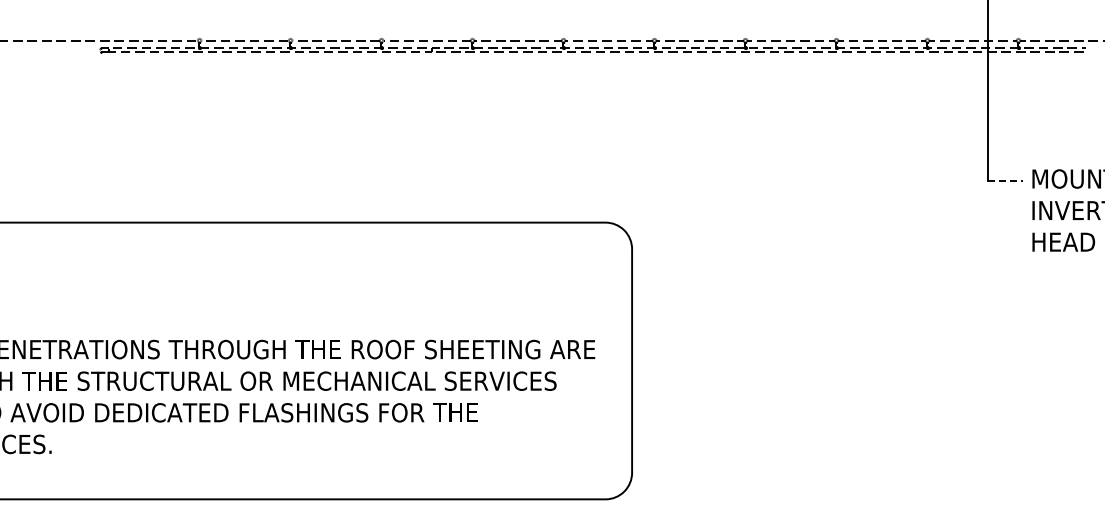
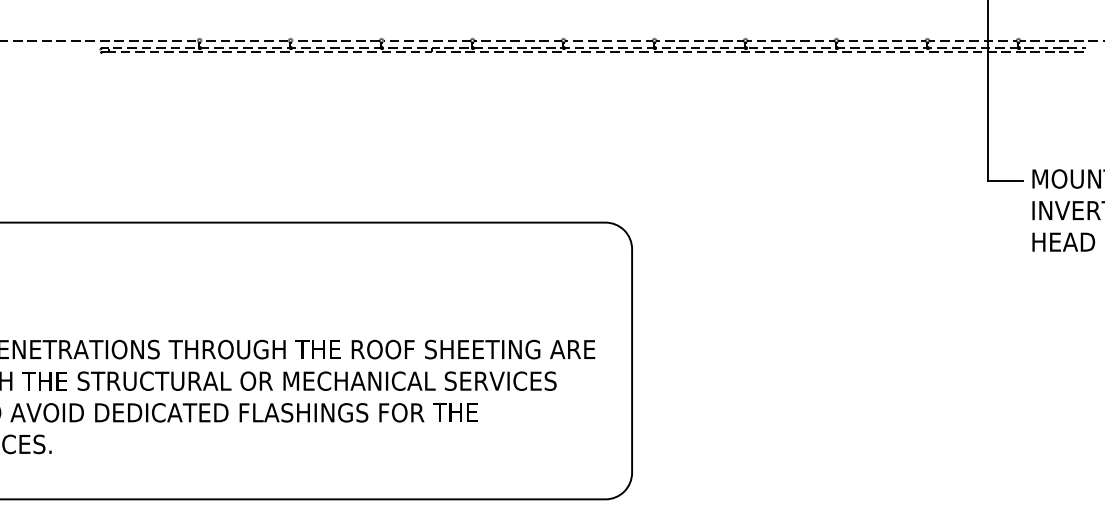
line at (1005, 180): dashed -> solid
